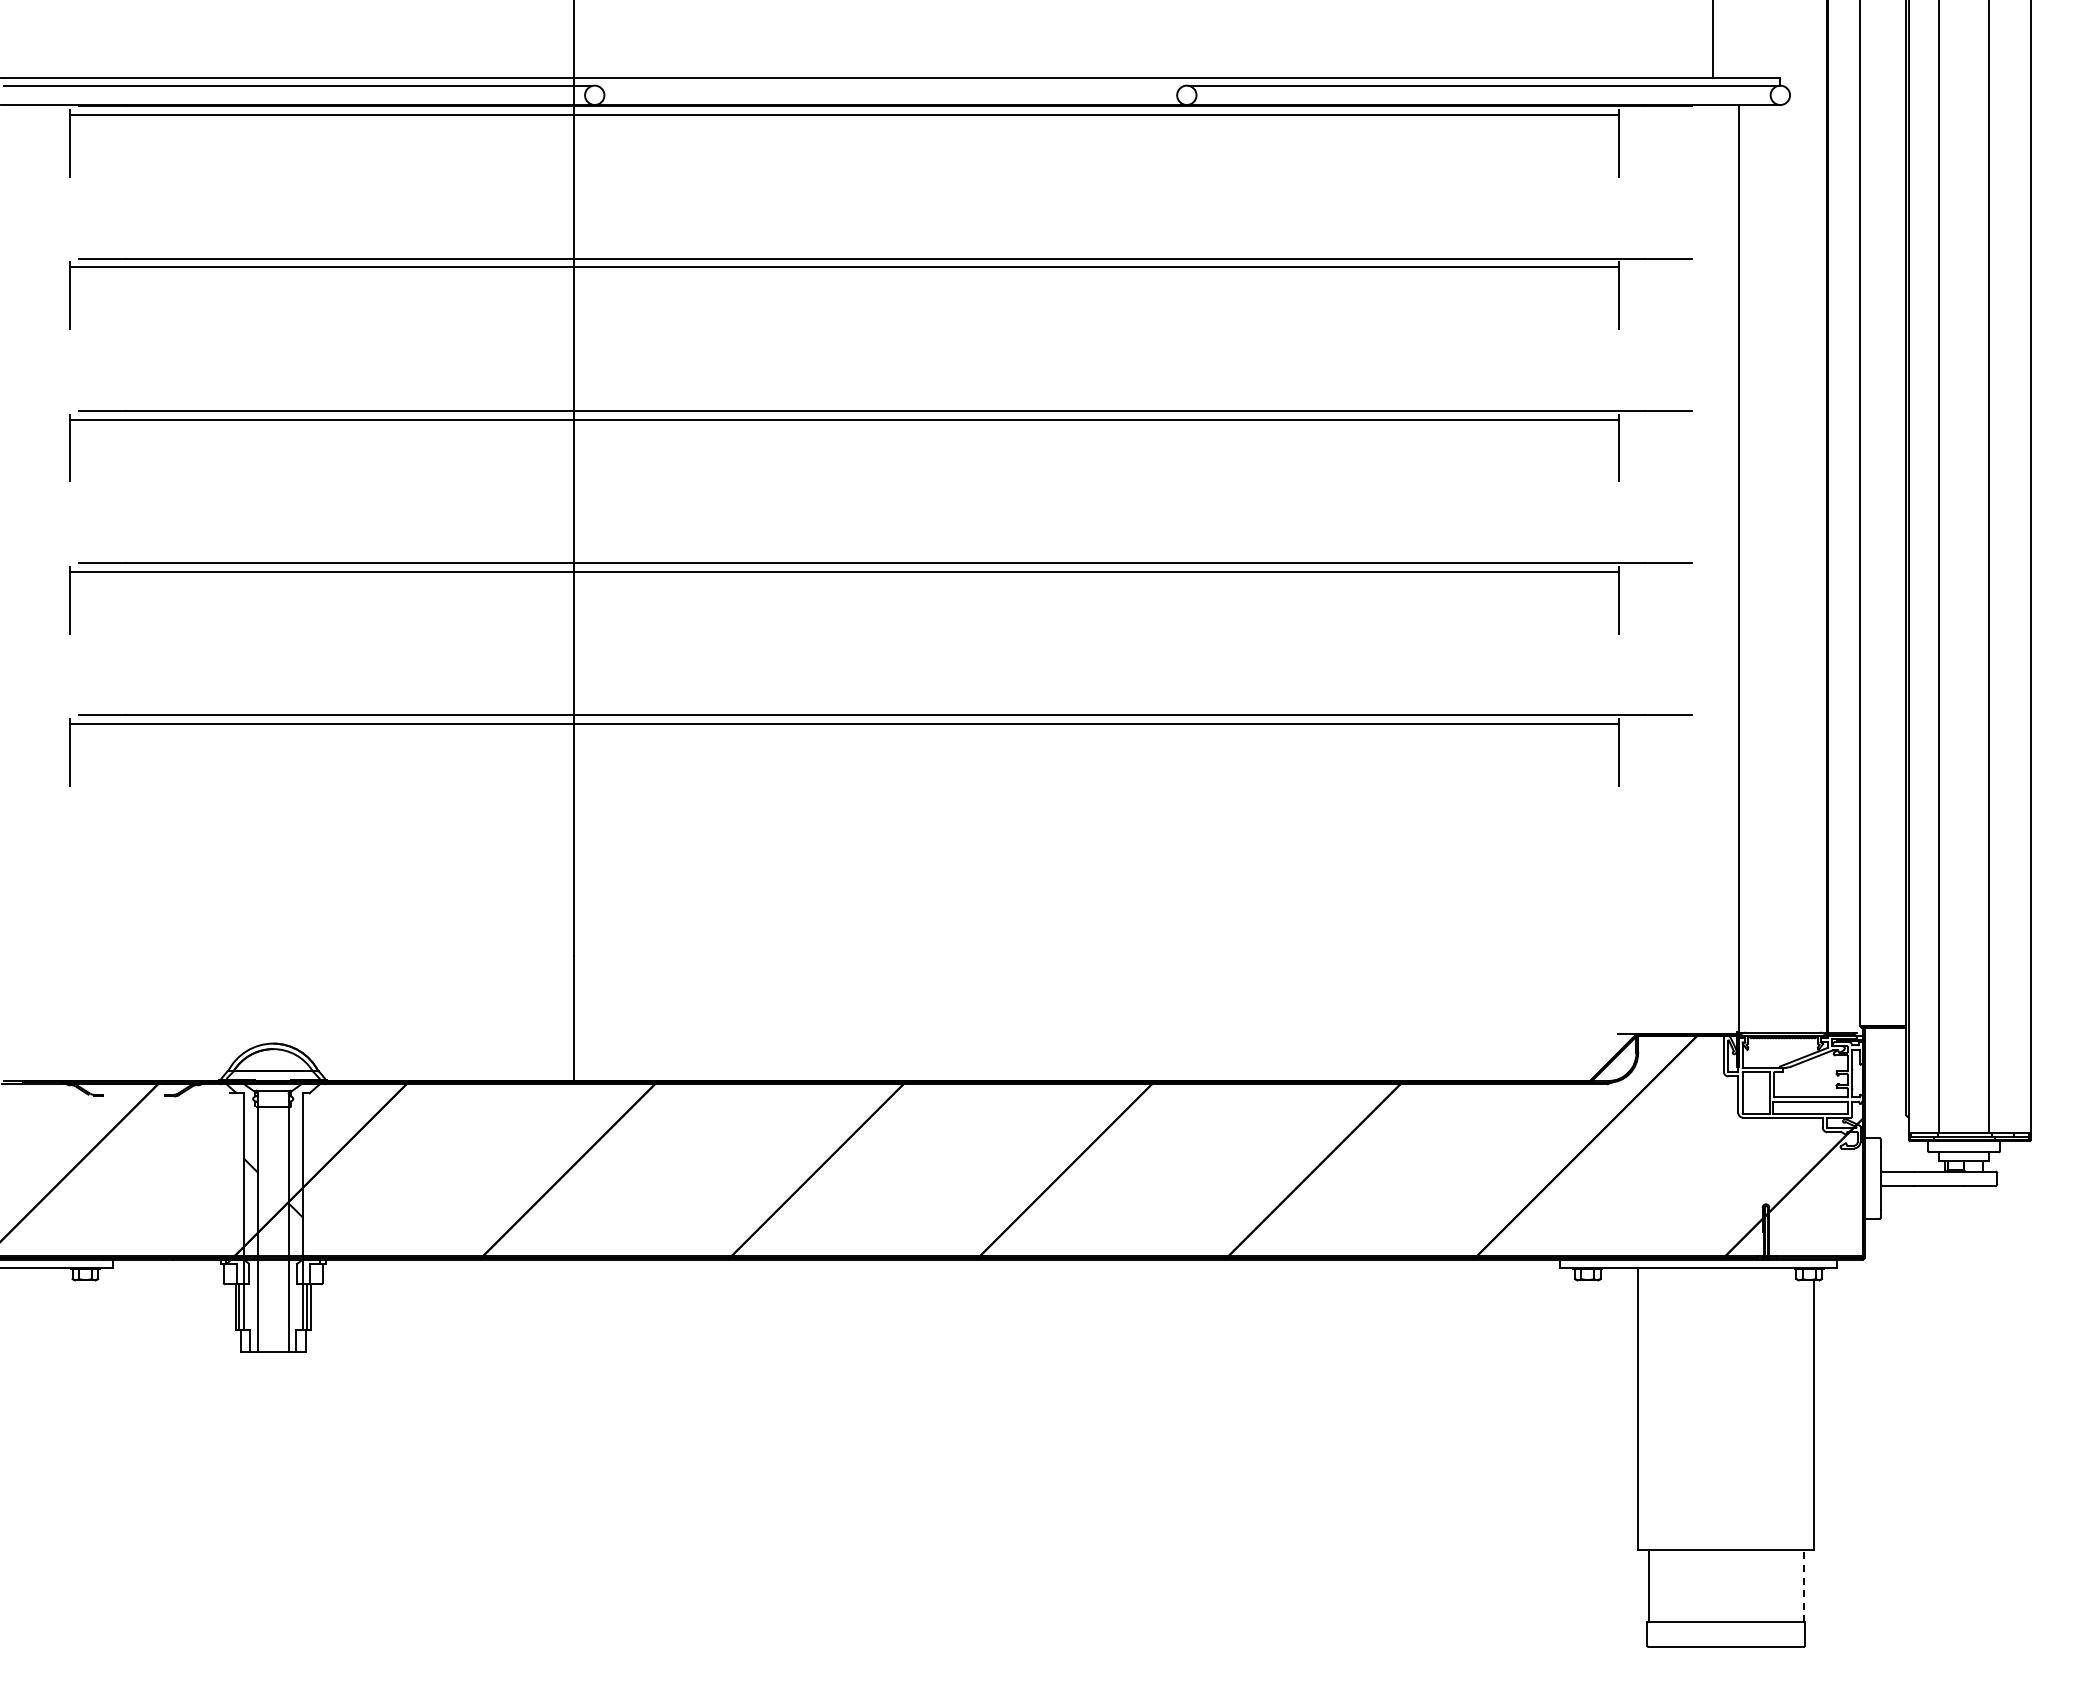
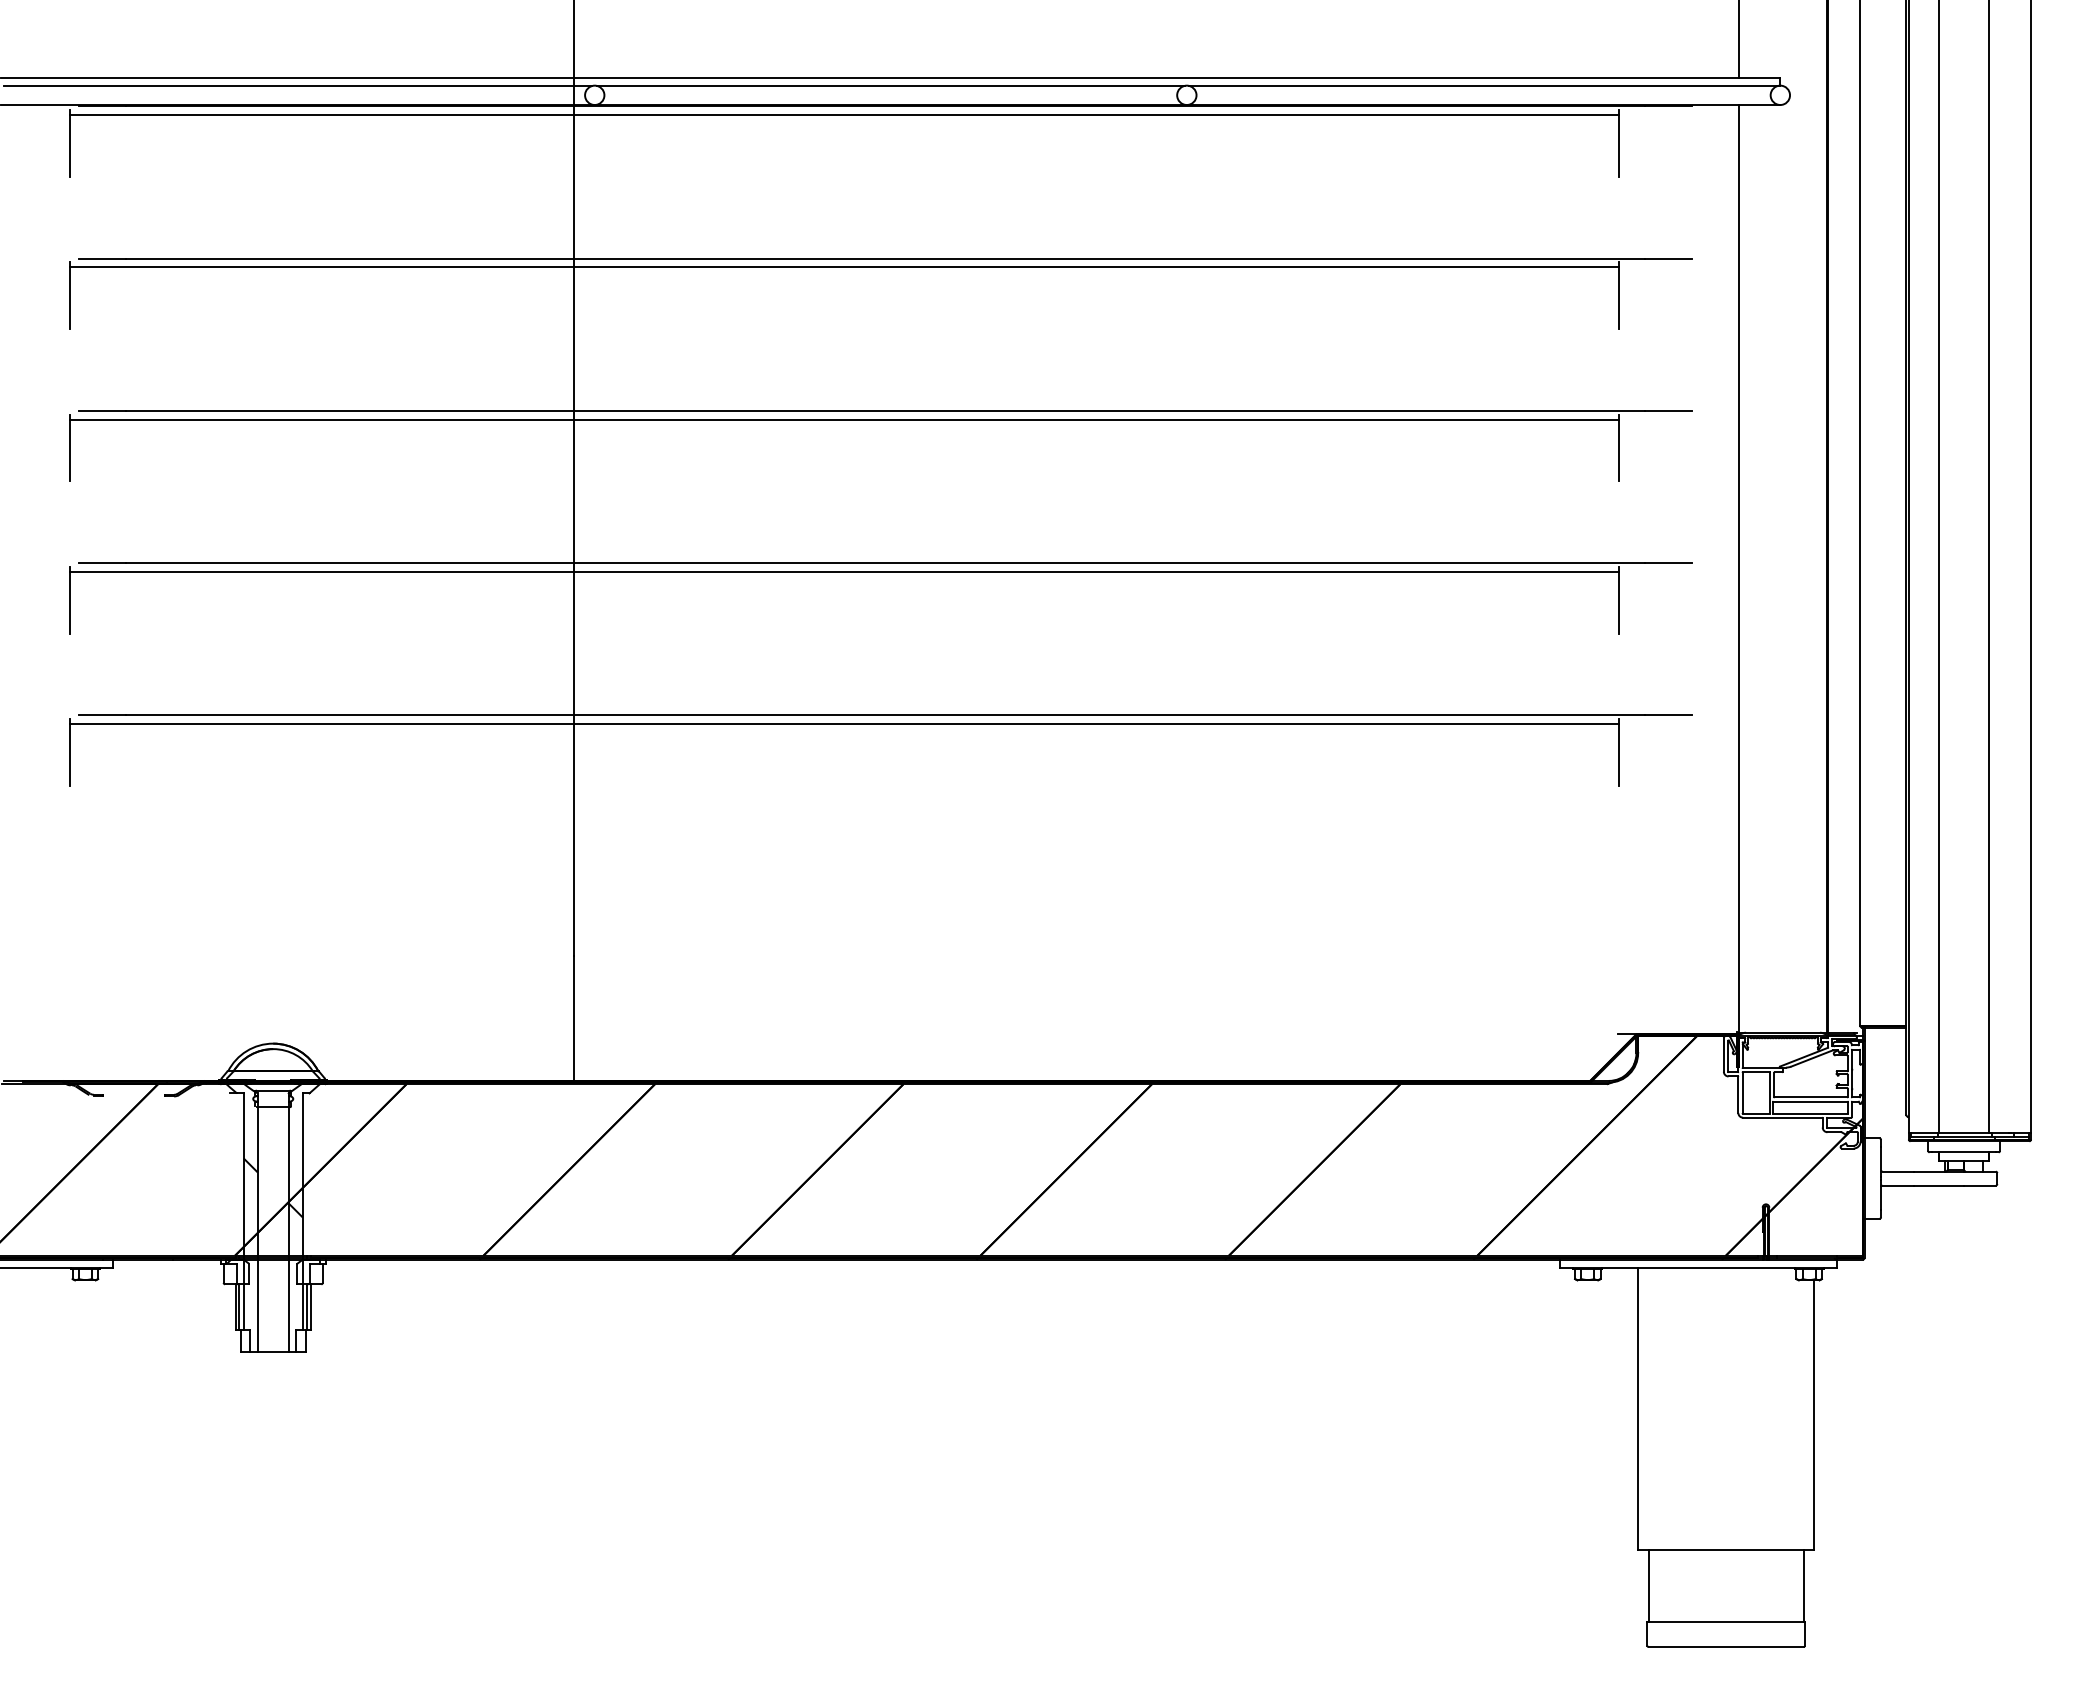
line at (1713, 39) position: (1713, 39) -> (1739, 39)
line at (890, 85): none -> present
line at (1803, 1586): dashed -> solid
